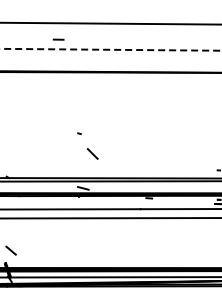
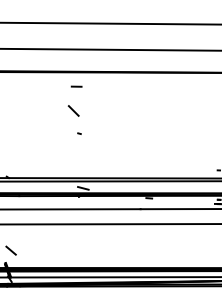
line at (58, 39) position: (58, 39) -> (76, 86)
line at (111, 49): dashed -> solid
line at (92, 153) position: (92, 153) -> (73, 110)
line at (110, 218) position: (110, 218) -> (110, 224)
